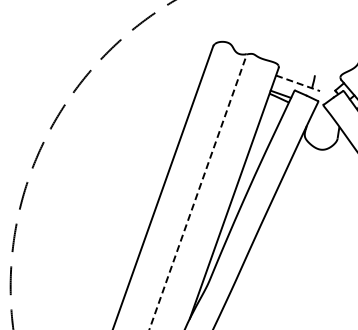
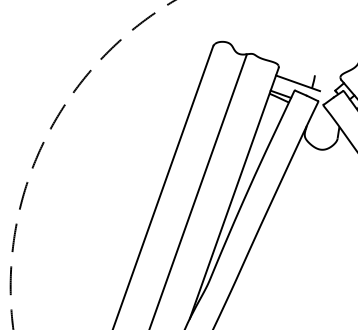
line at (298, 83): dashed -> solid
line at (198, 191): dashed -> solid
